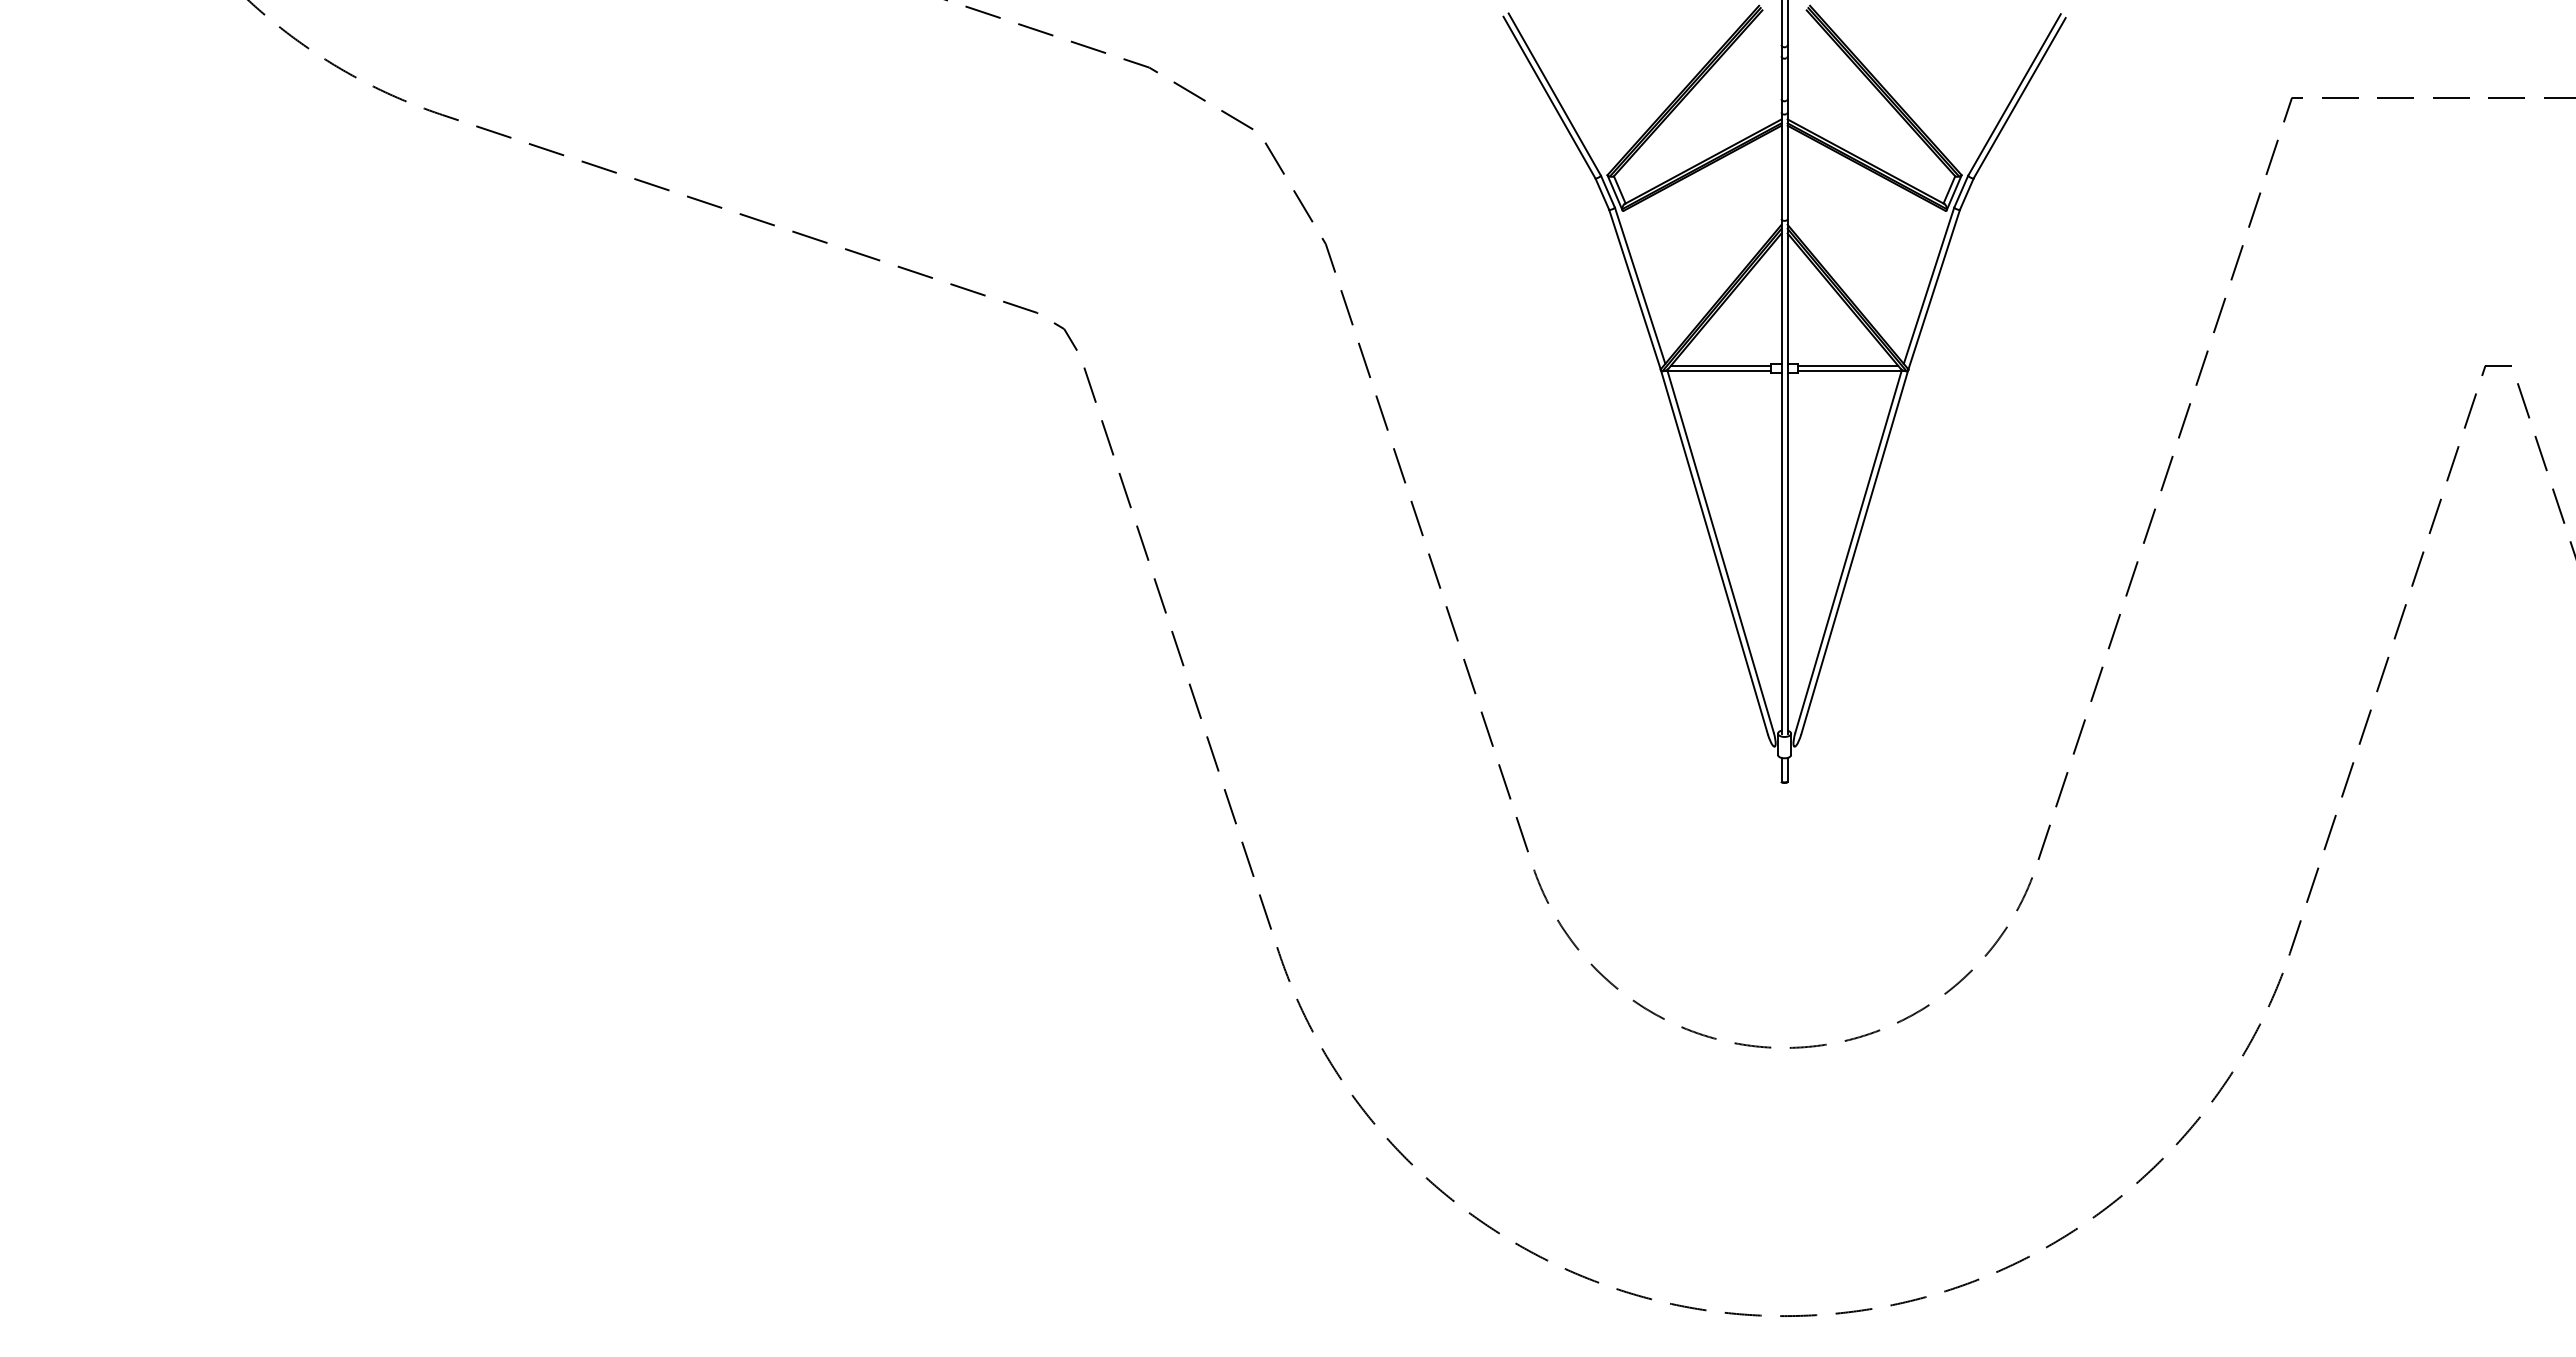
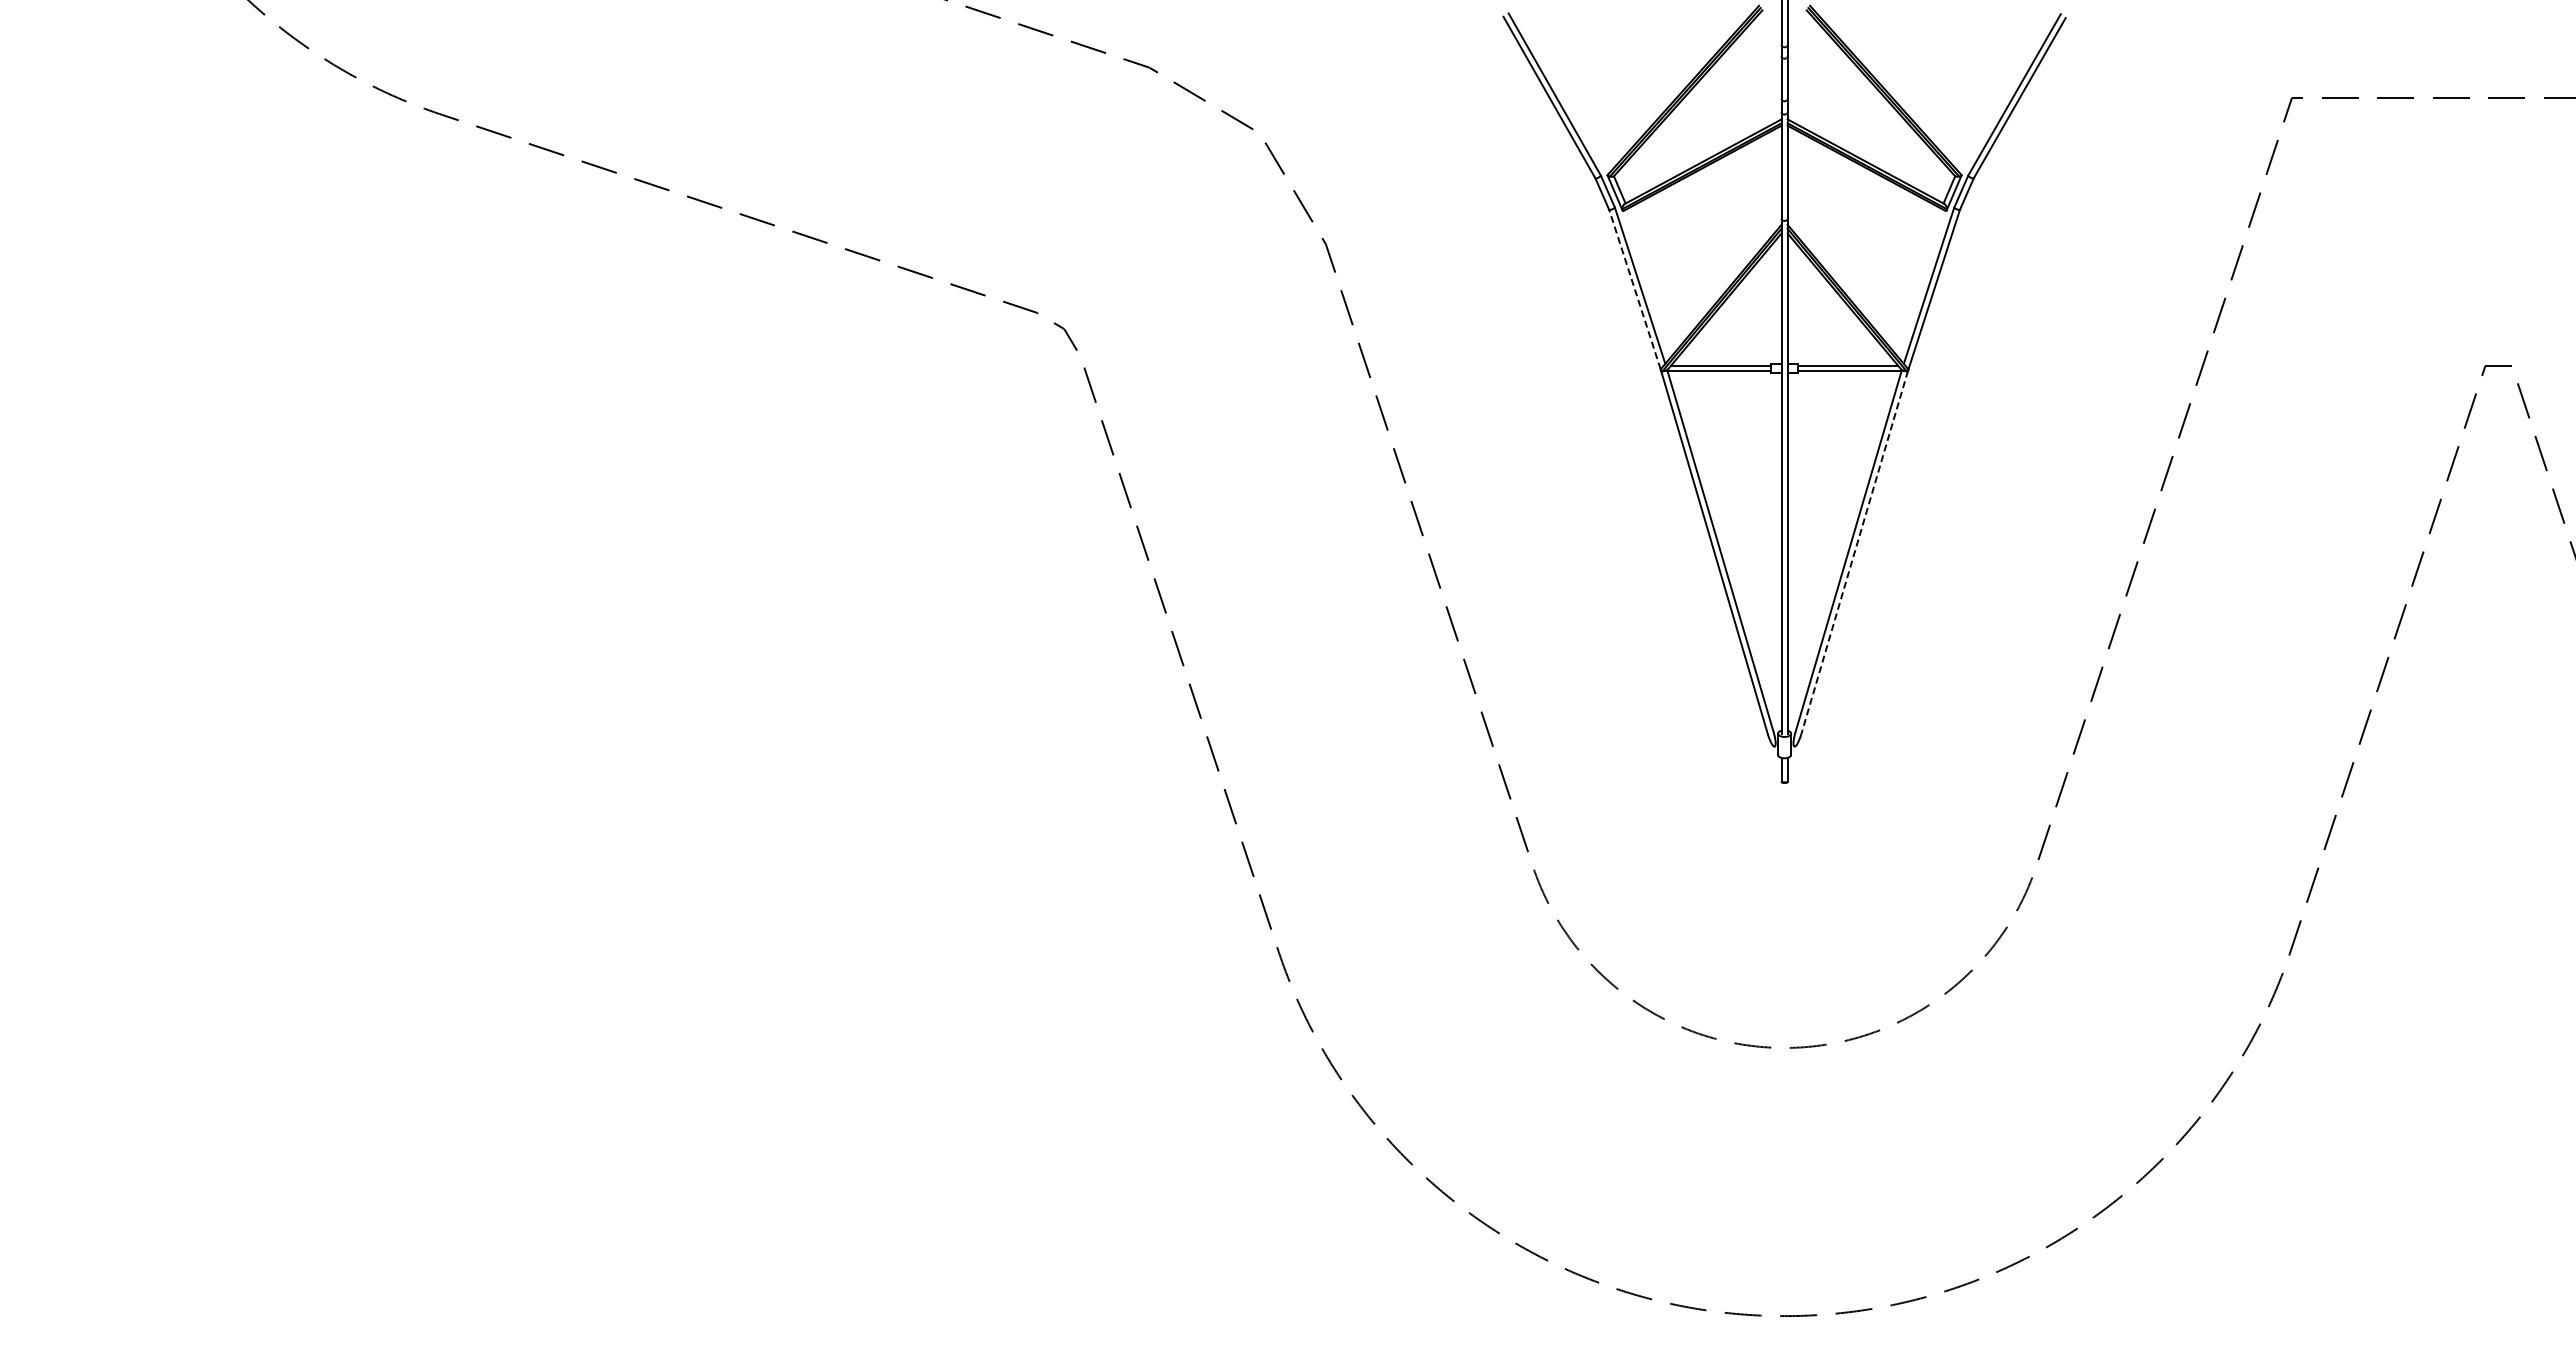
line at (1634, 289): solid -> dashed
line at (1854, 553): solid -> dashed
